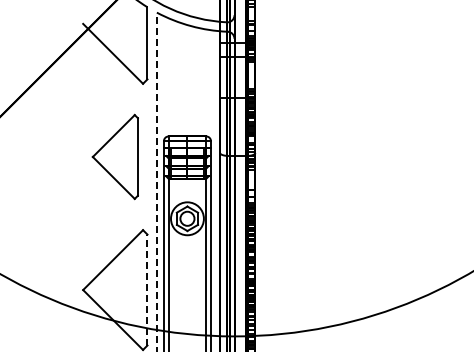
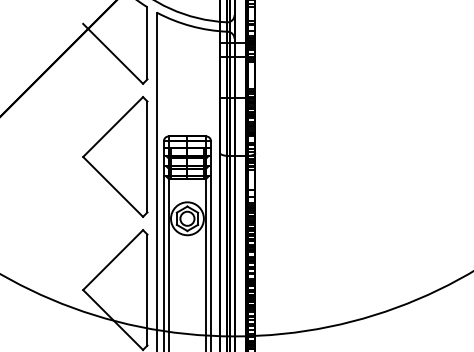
part at (114, 156) size: 48x88 px -> 67x122 px
line at (156, 181): dashed -> solid
line at (147, 289): dashed -> solid
